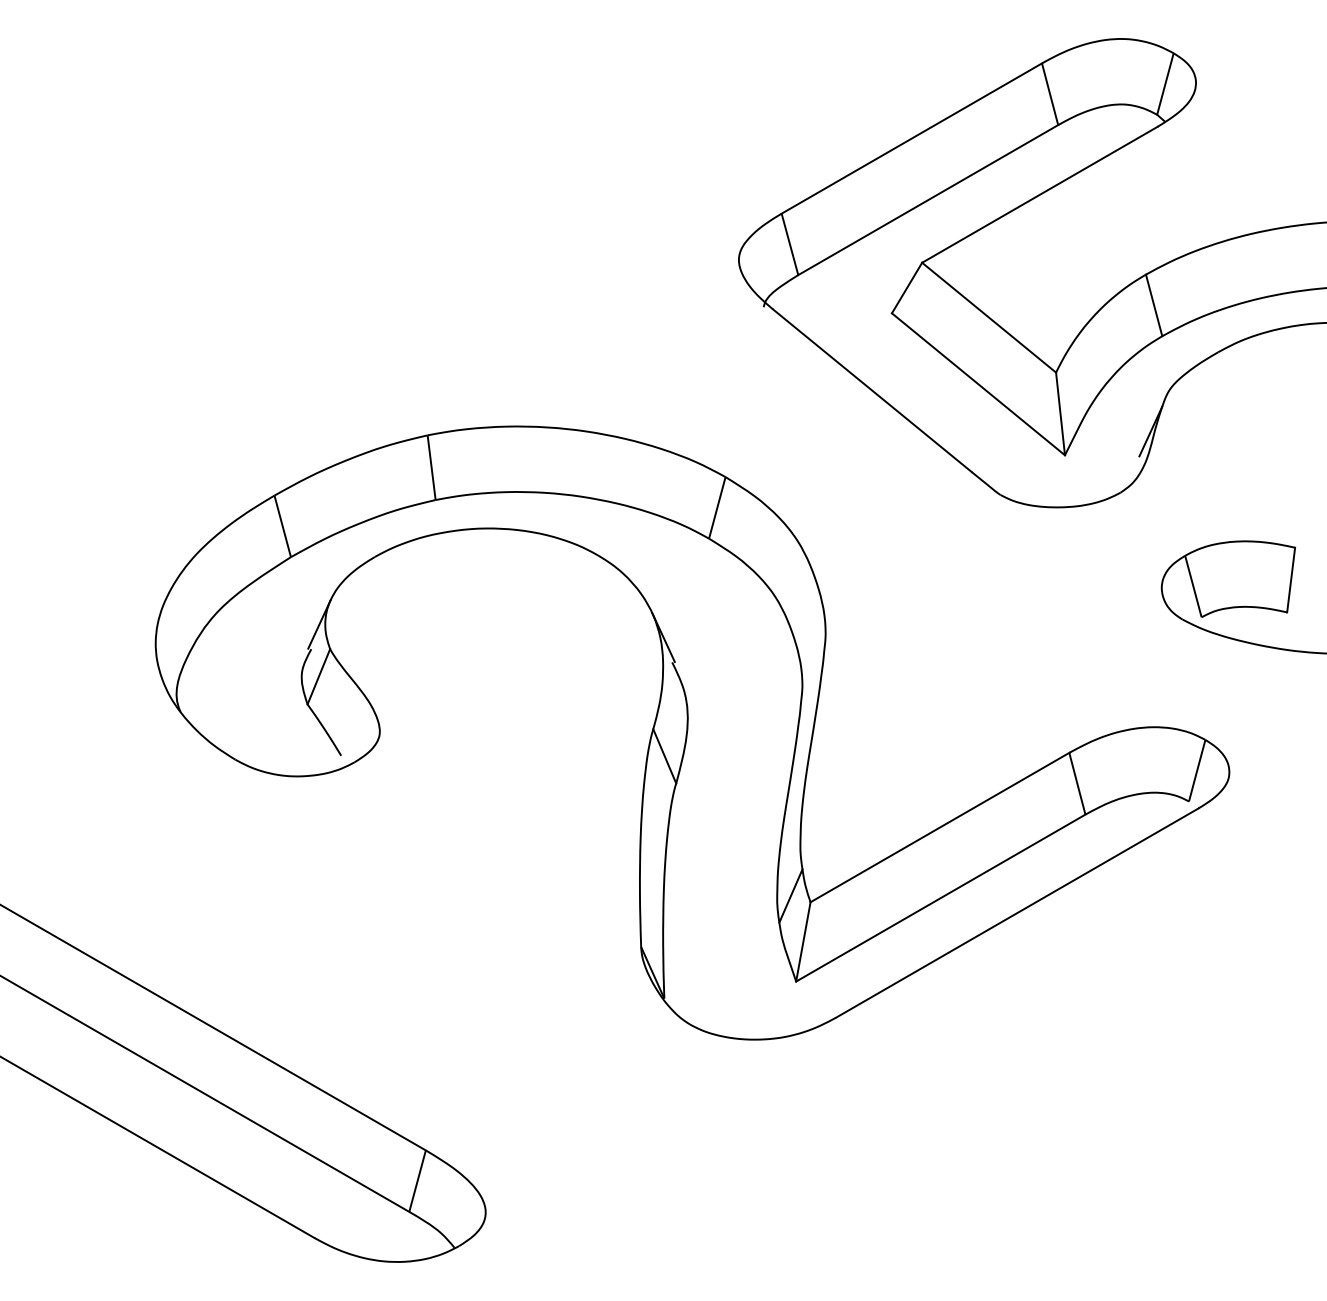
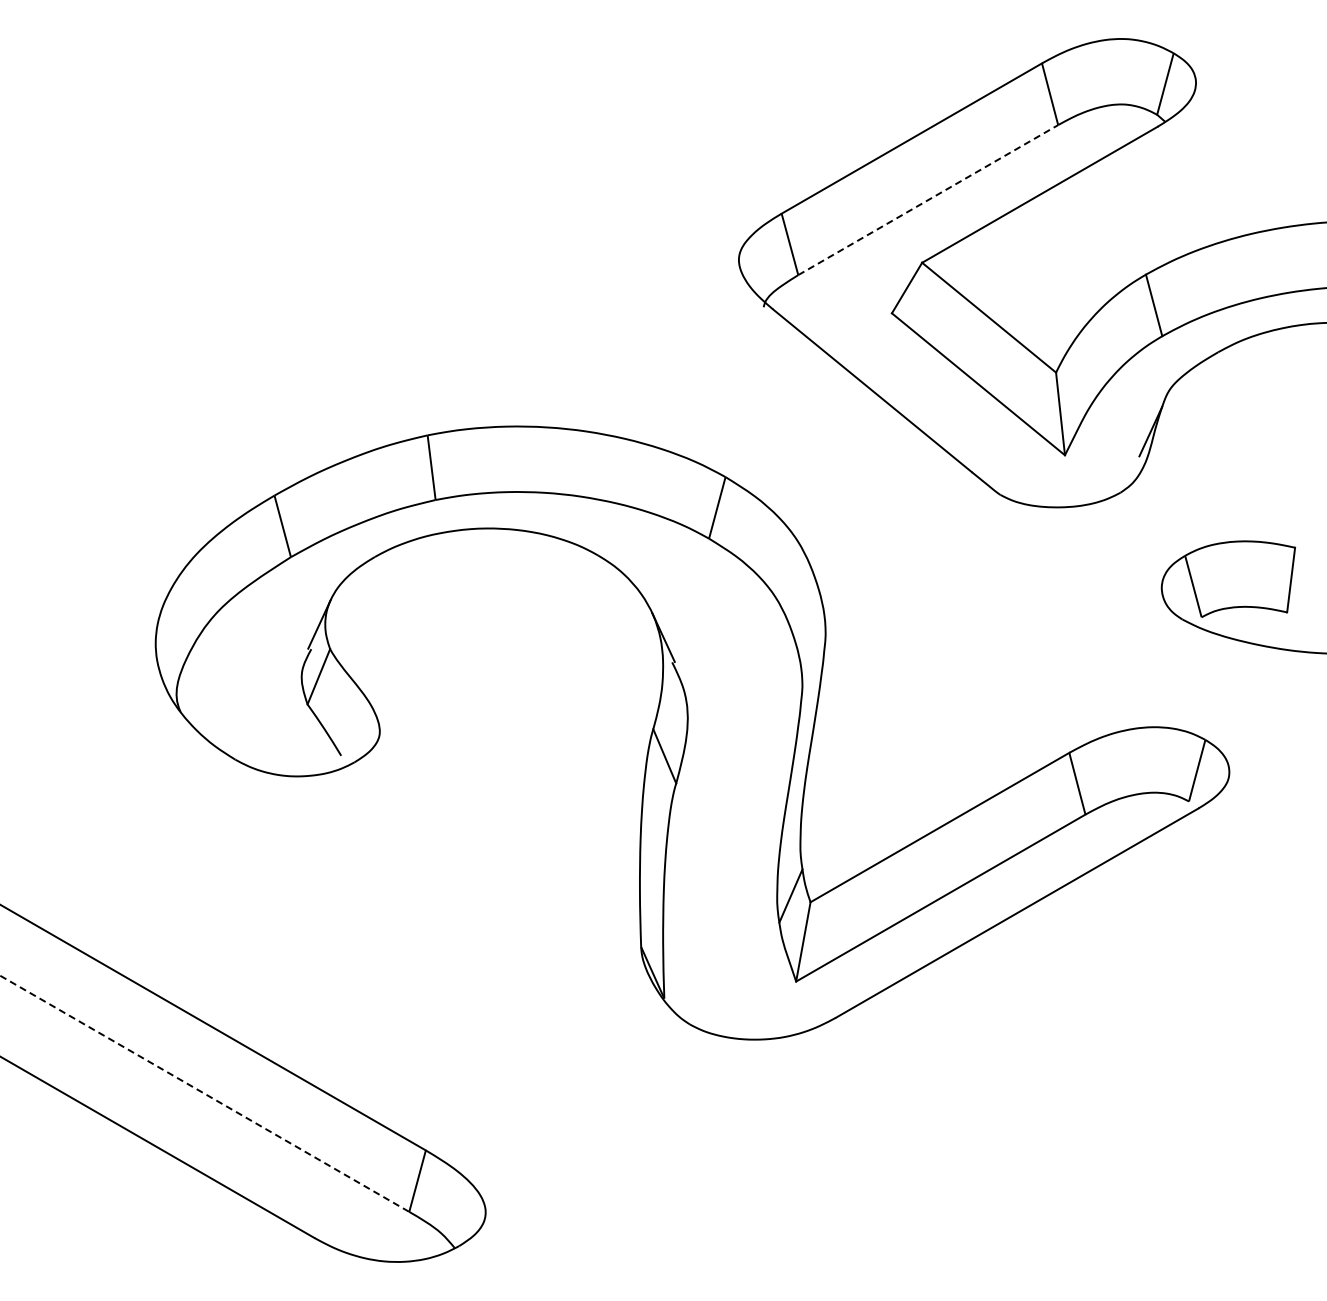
line at (928, 199): solid -> dashed
line at (204, 1093): solid -> dashed
